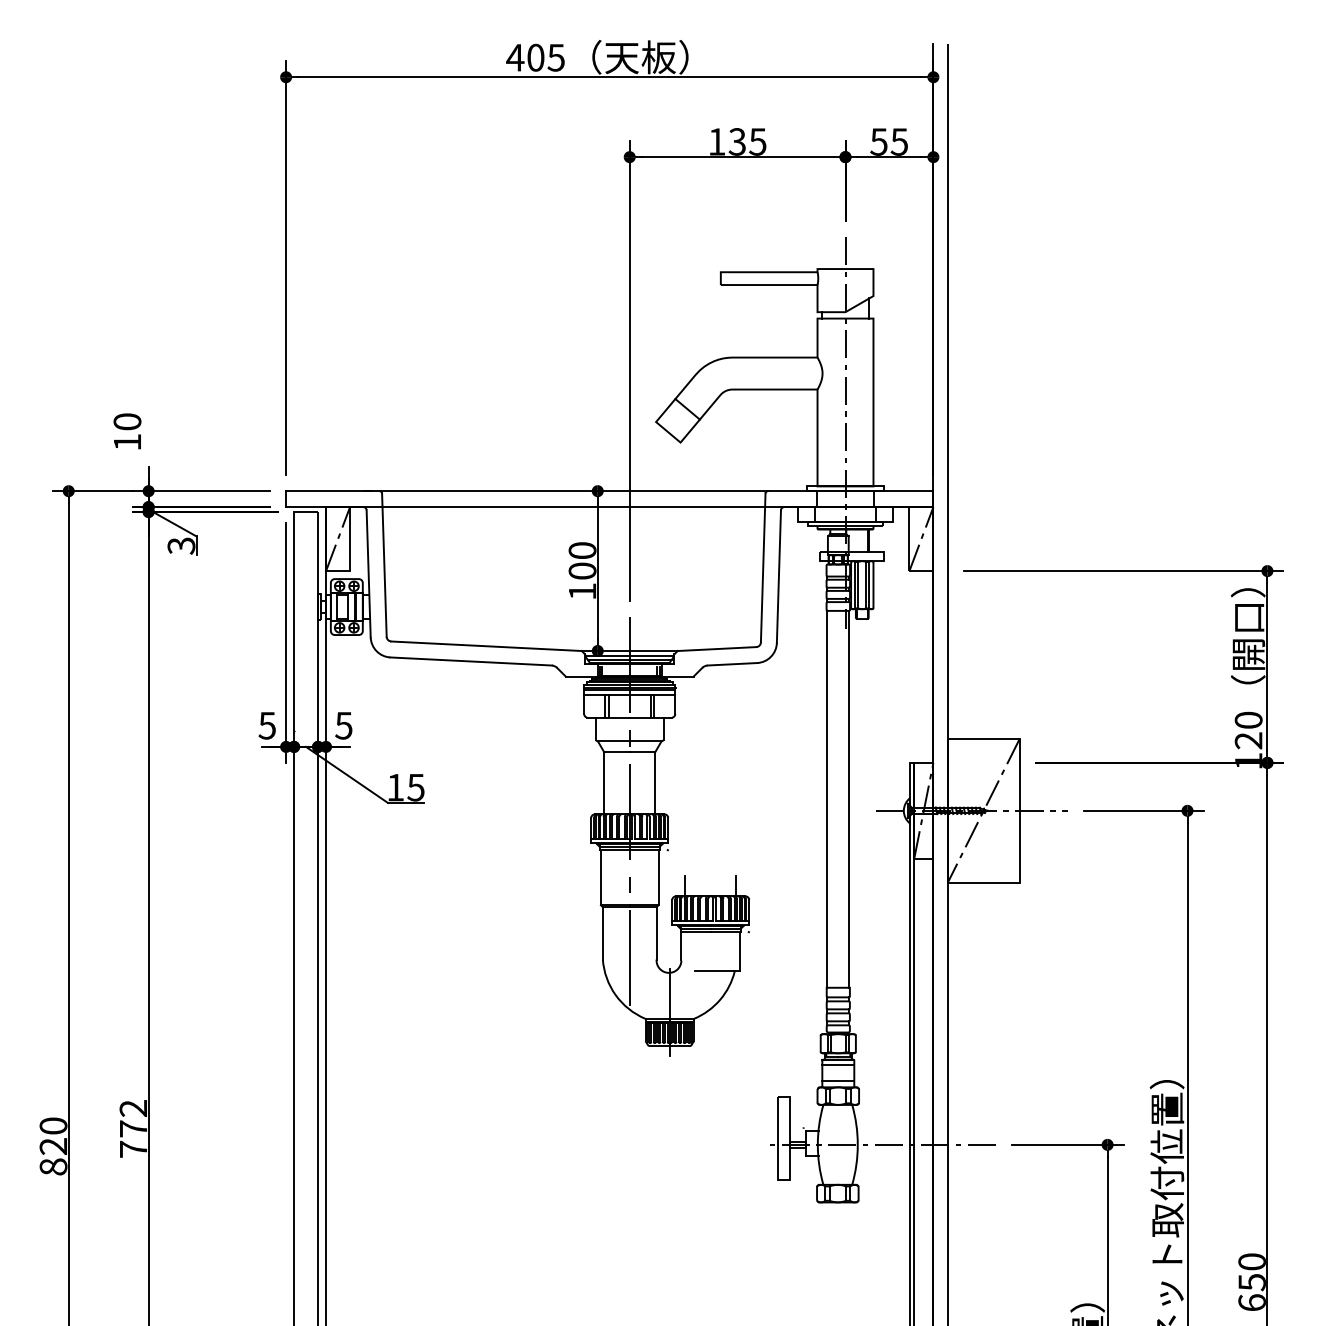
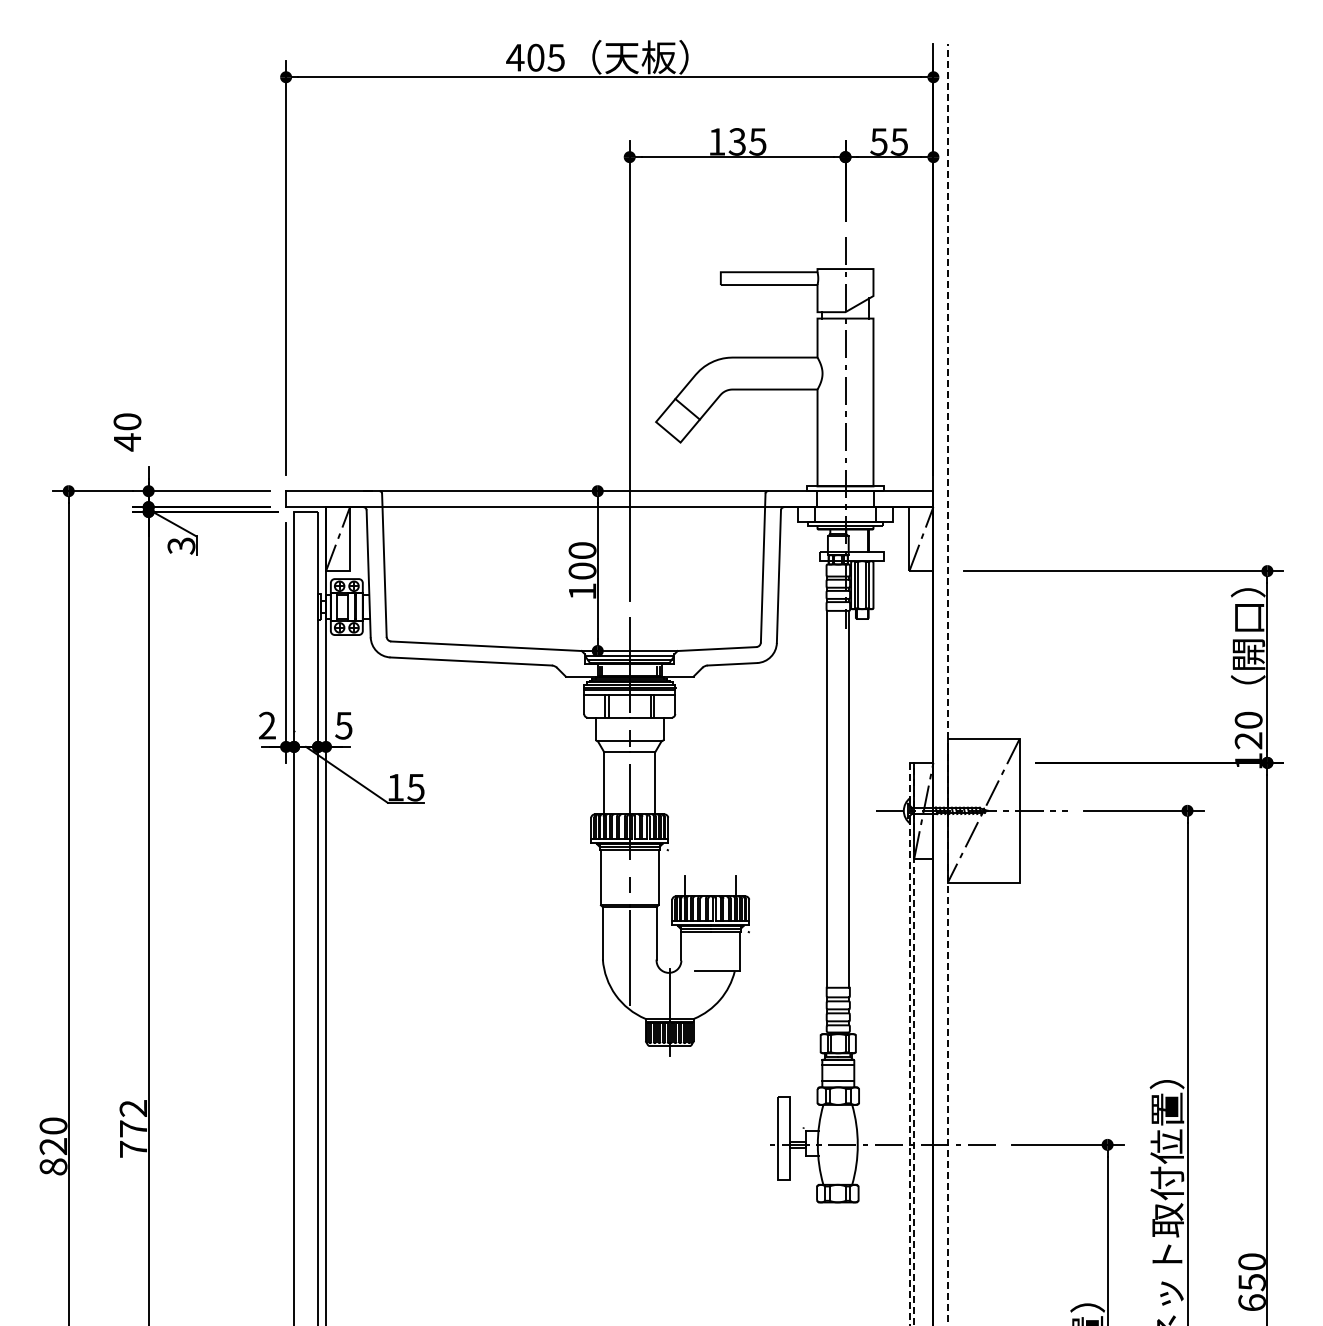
text at (127, 442): 10 -> 40
line at (947, 684): solid -> dashed
text at (266, 725): 5 -> 2
line at (914, 1325): solid -> dashed
